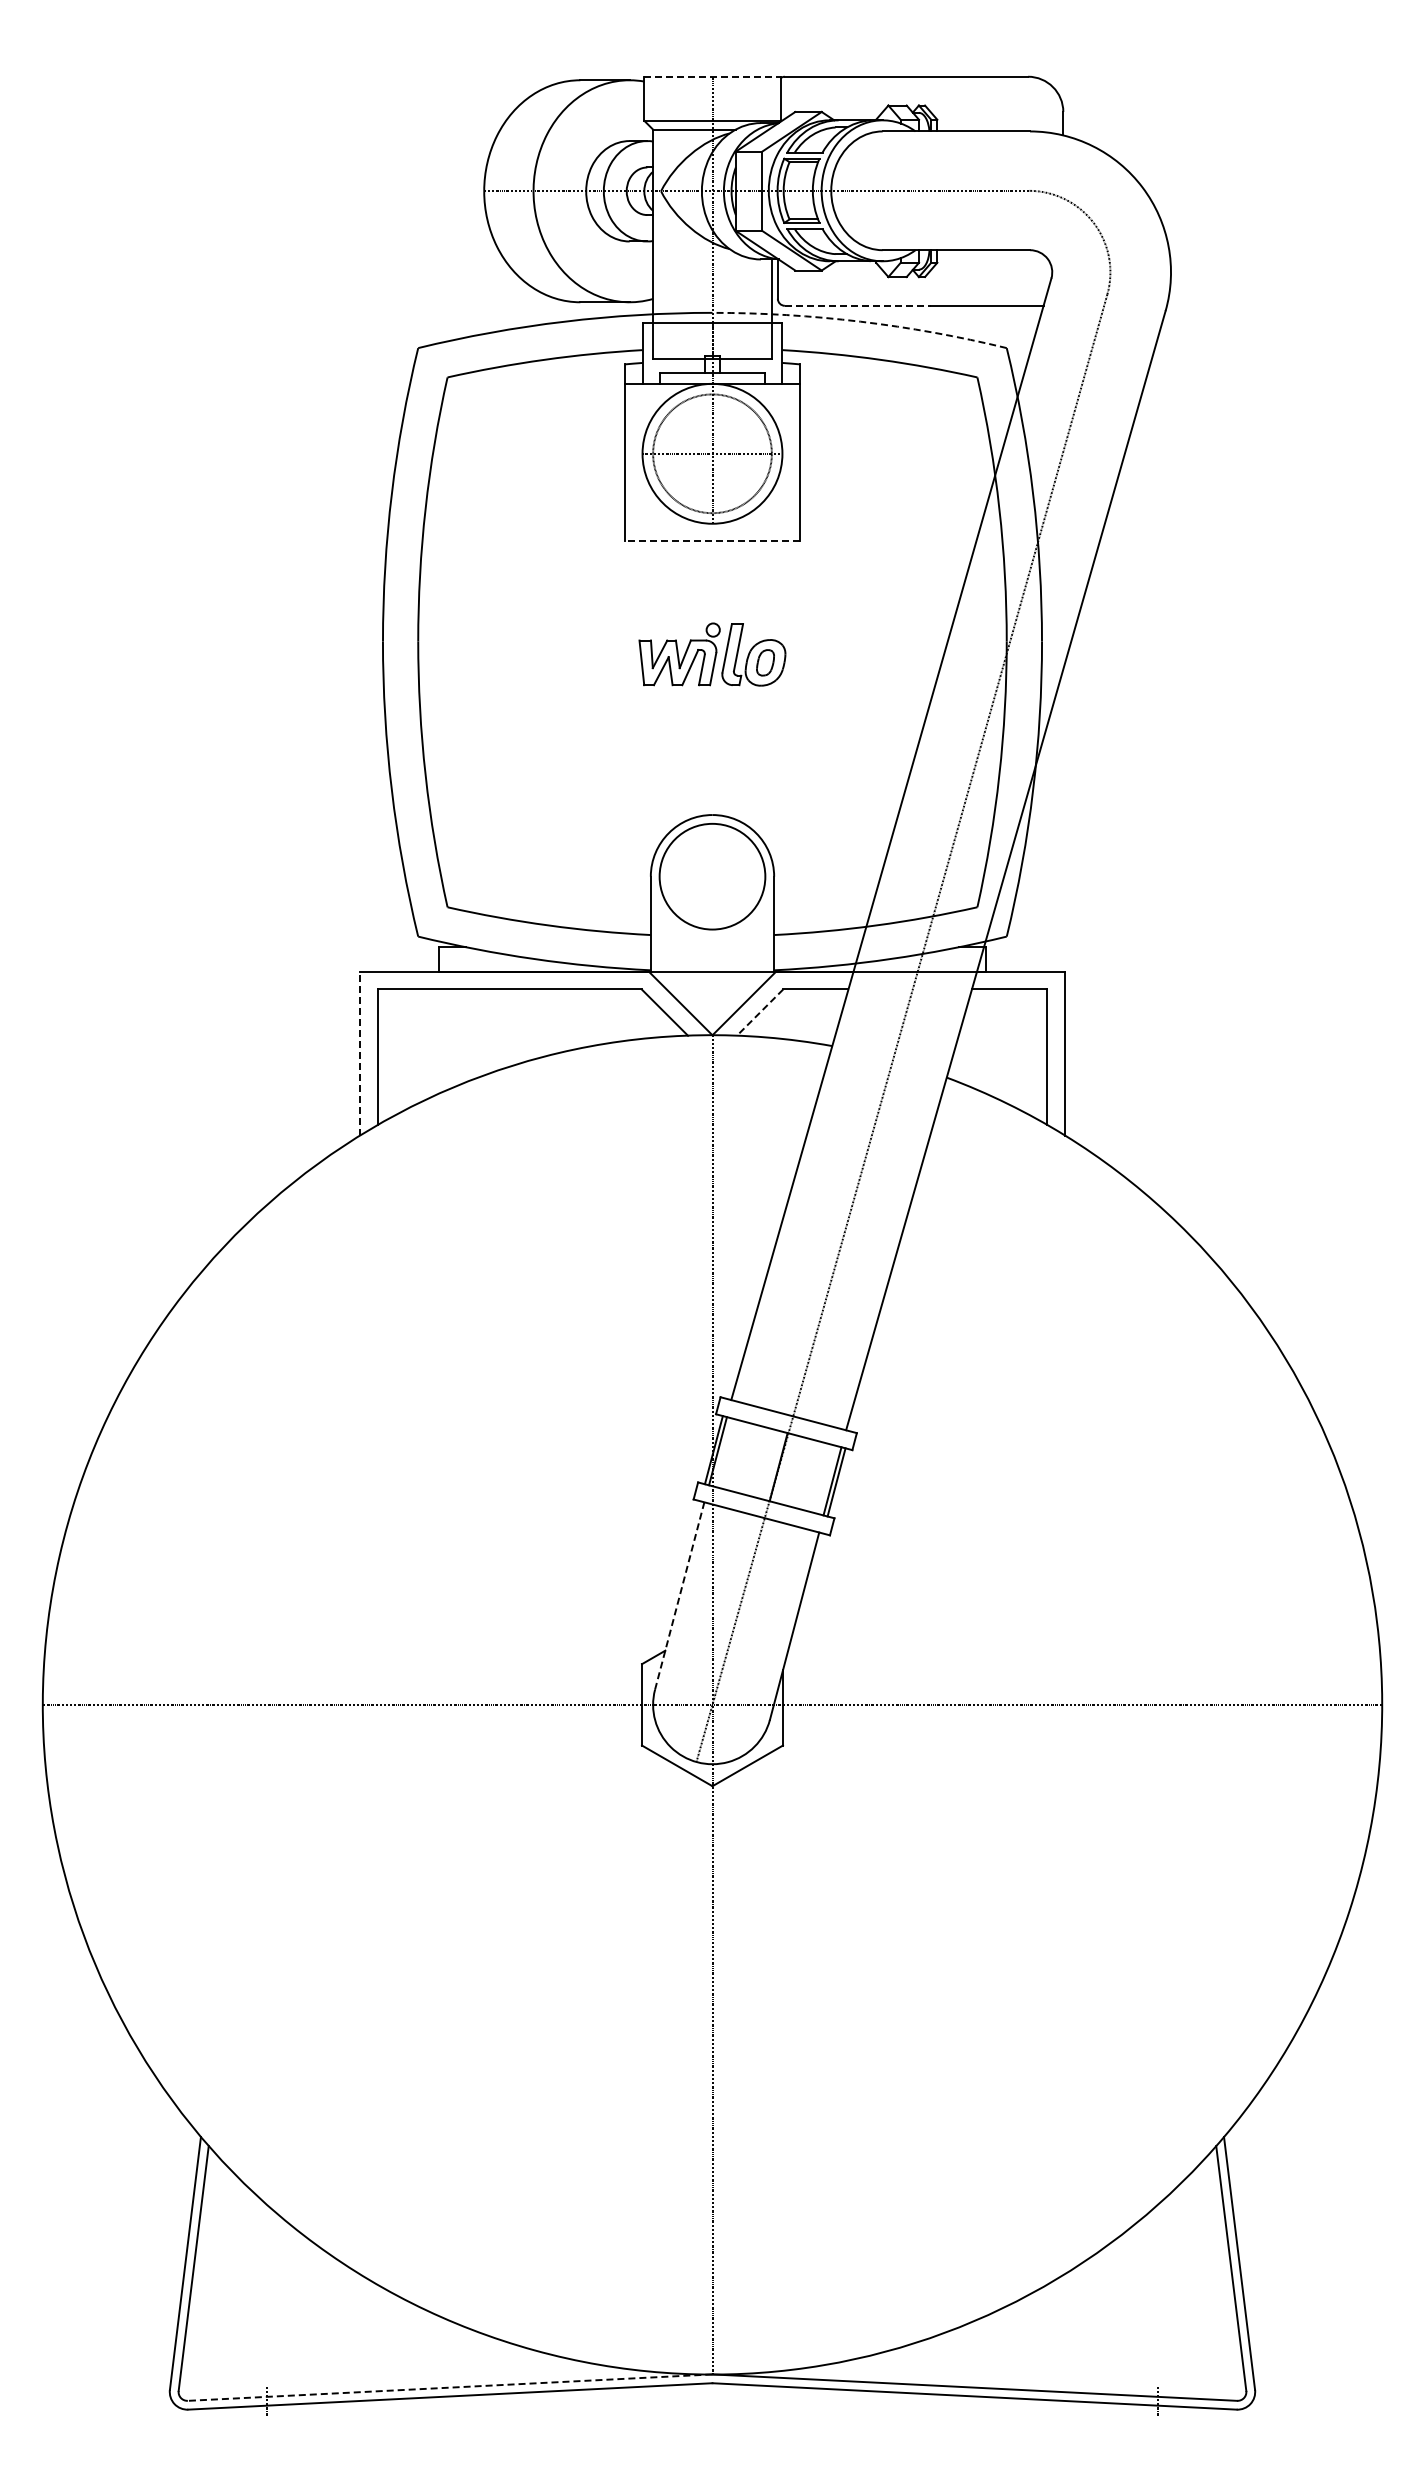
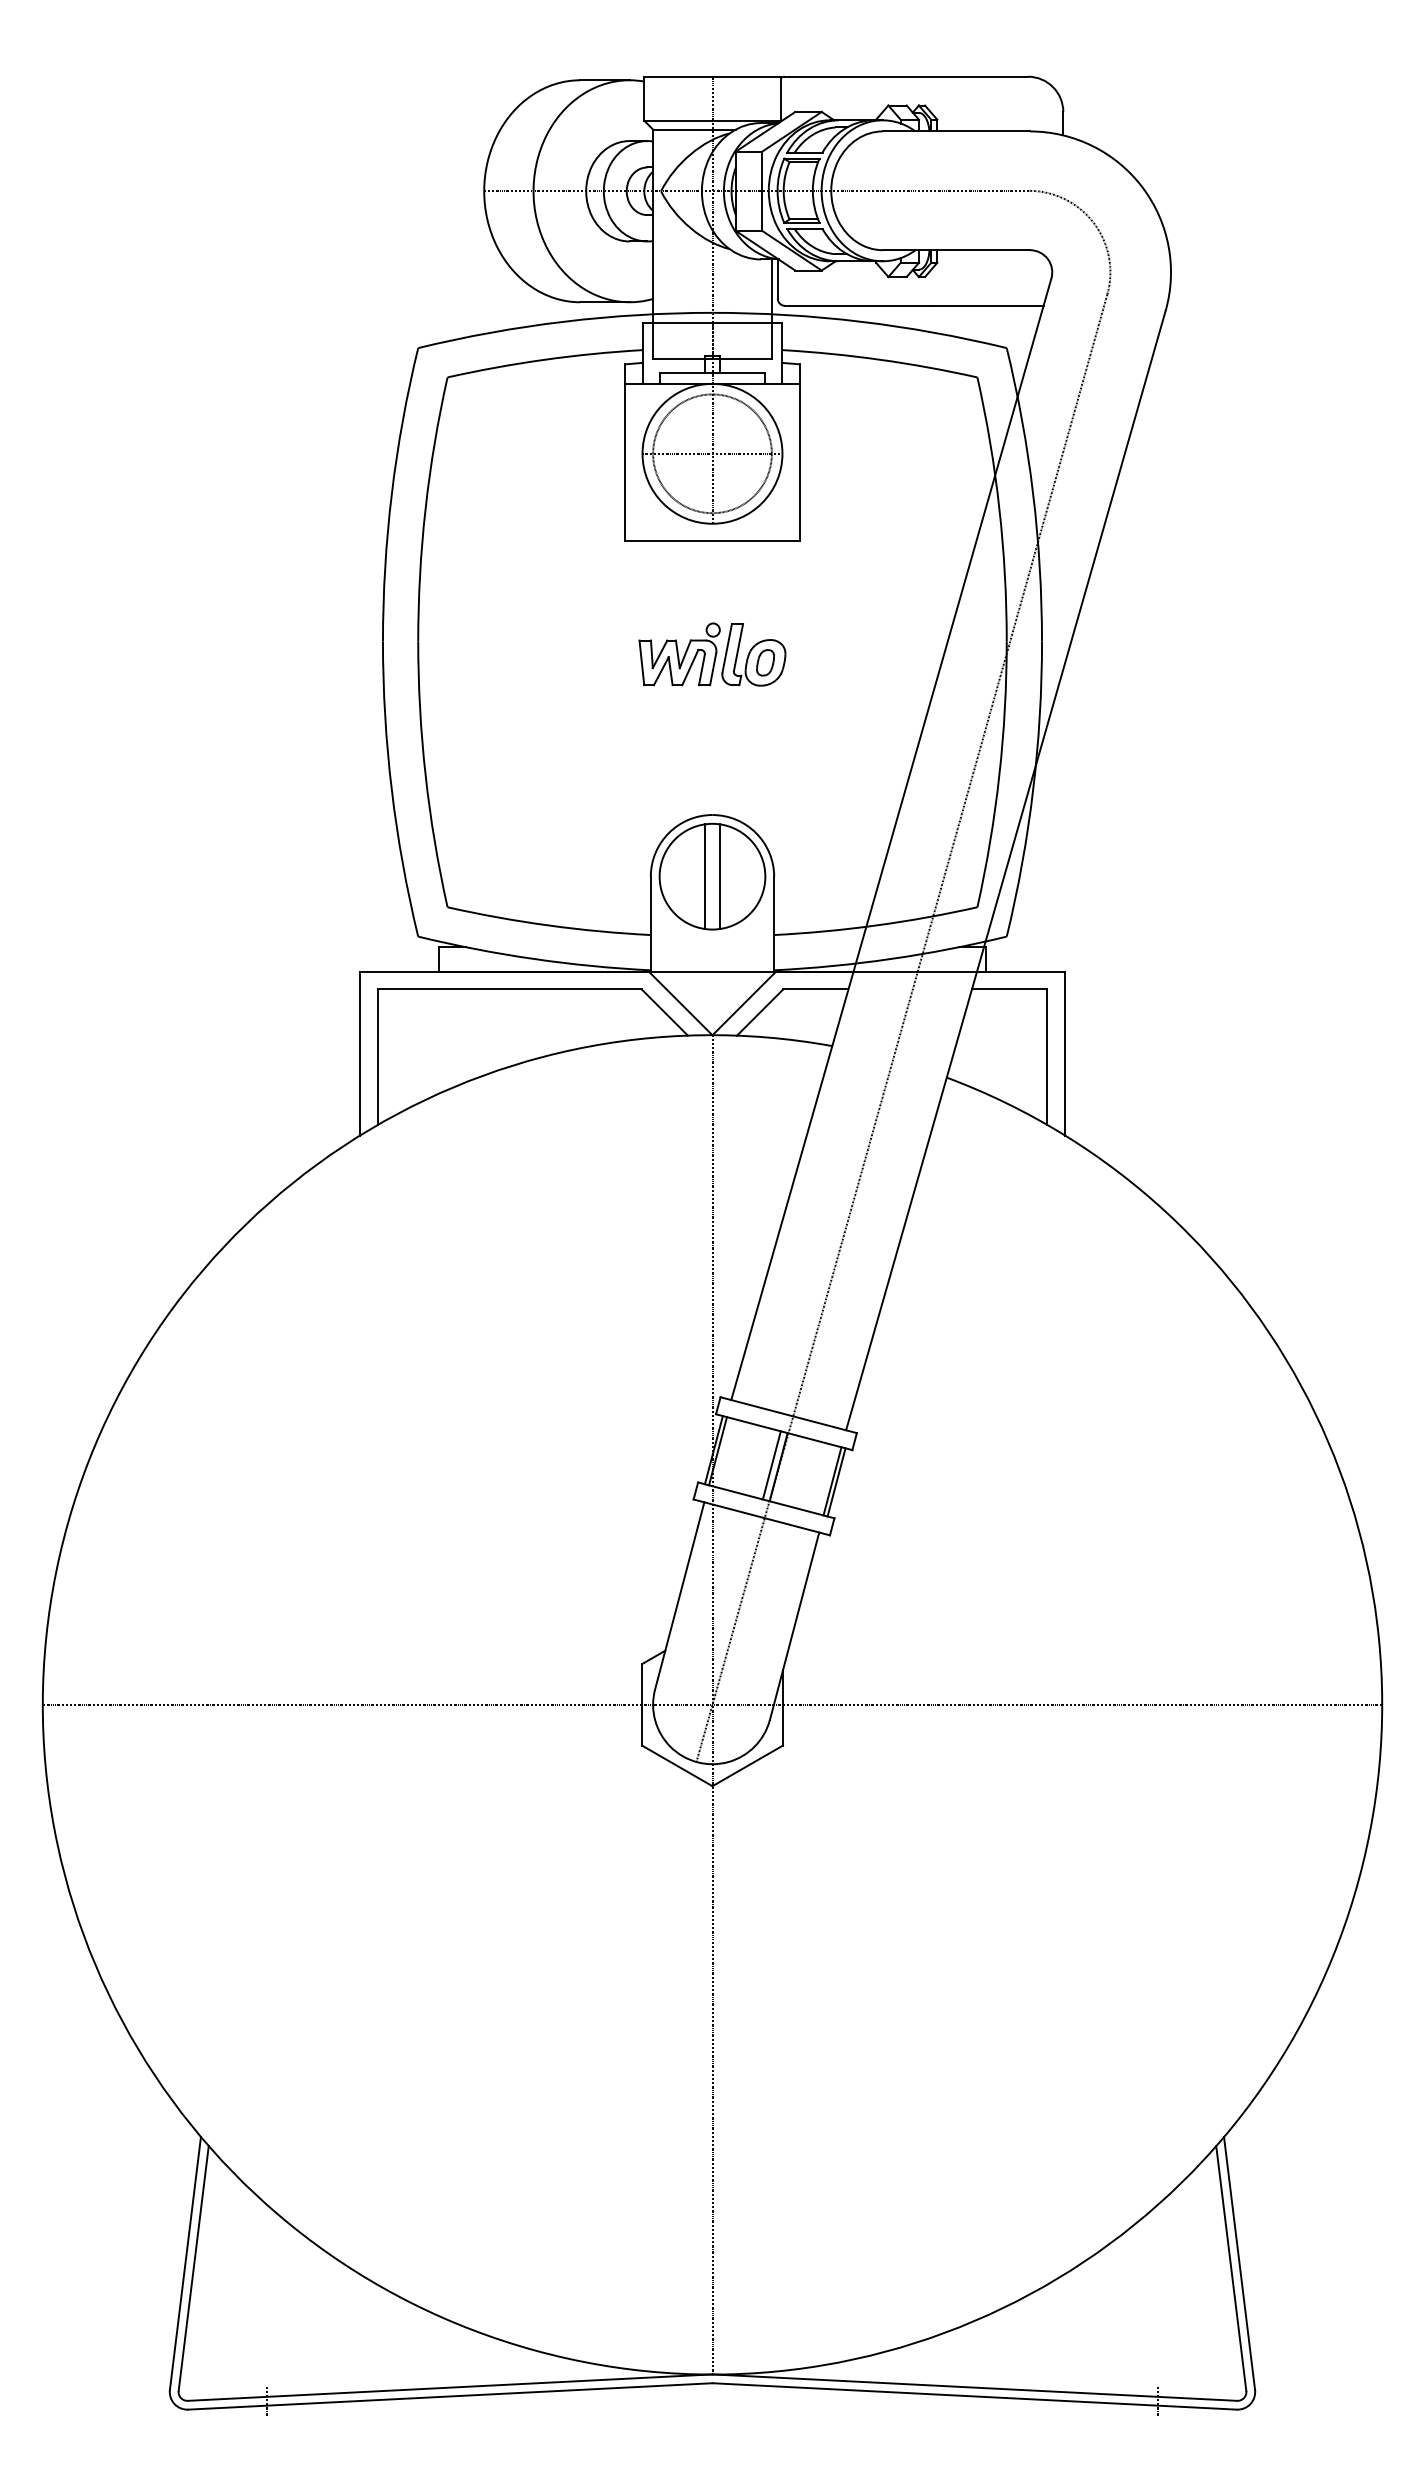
line at (712, 76): dashed -> solid
line at (858, 305): dashed -> solid
arc at (860, 321): dashed -> solid
line at (712, 541): dashed -> solid
line at (705, 876): none -> present
line at (719, 876): none -> present
line at (760, 1012): dashed -> solid
line at (360, 1053): dashed -> solid
line at (771, 1465): none -> present
line at (679, 1596): dashed -> solid
line at (450, 2387): dashed -> solid
